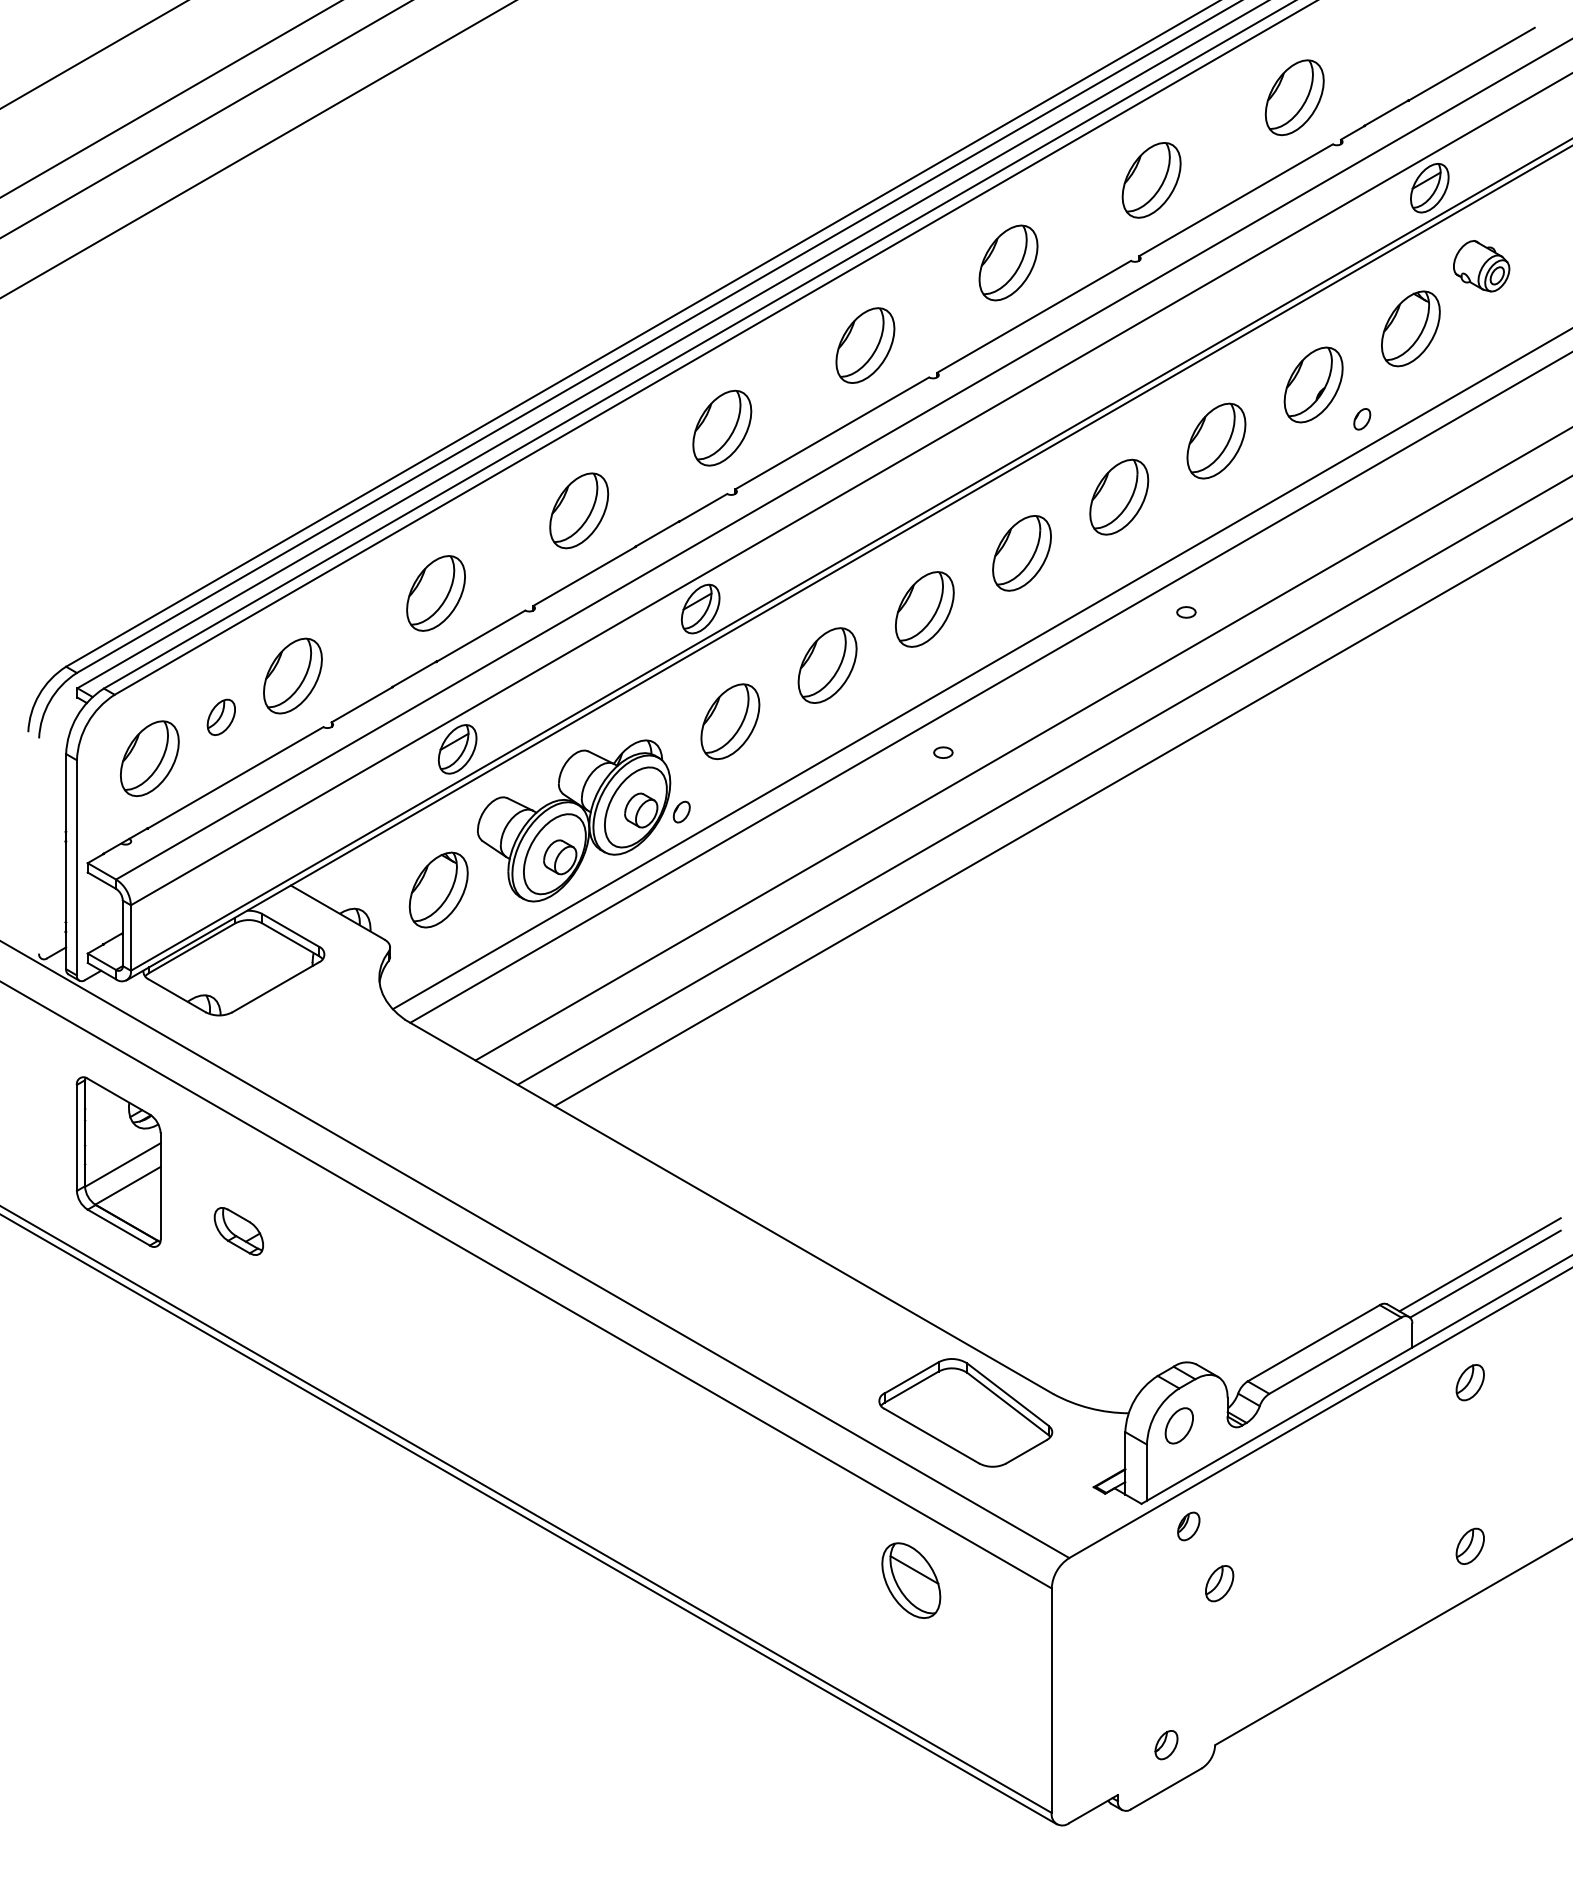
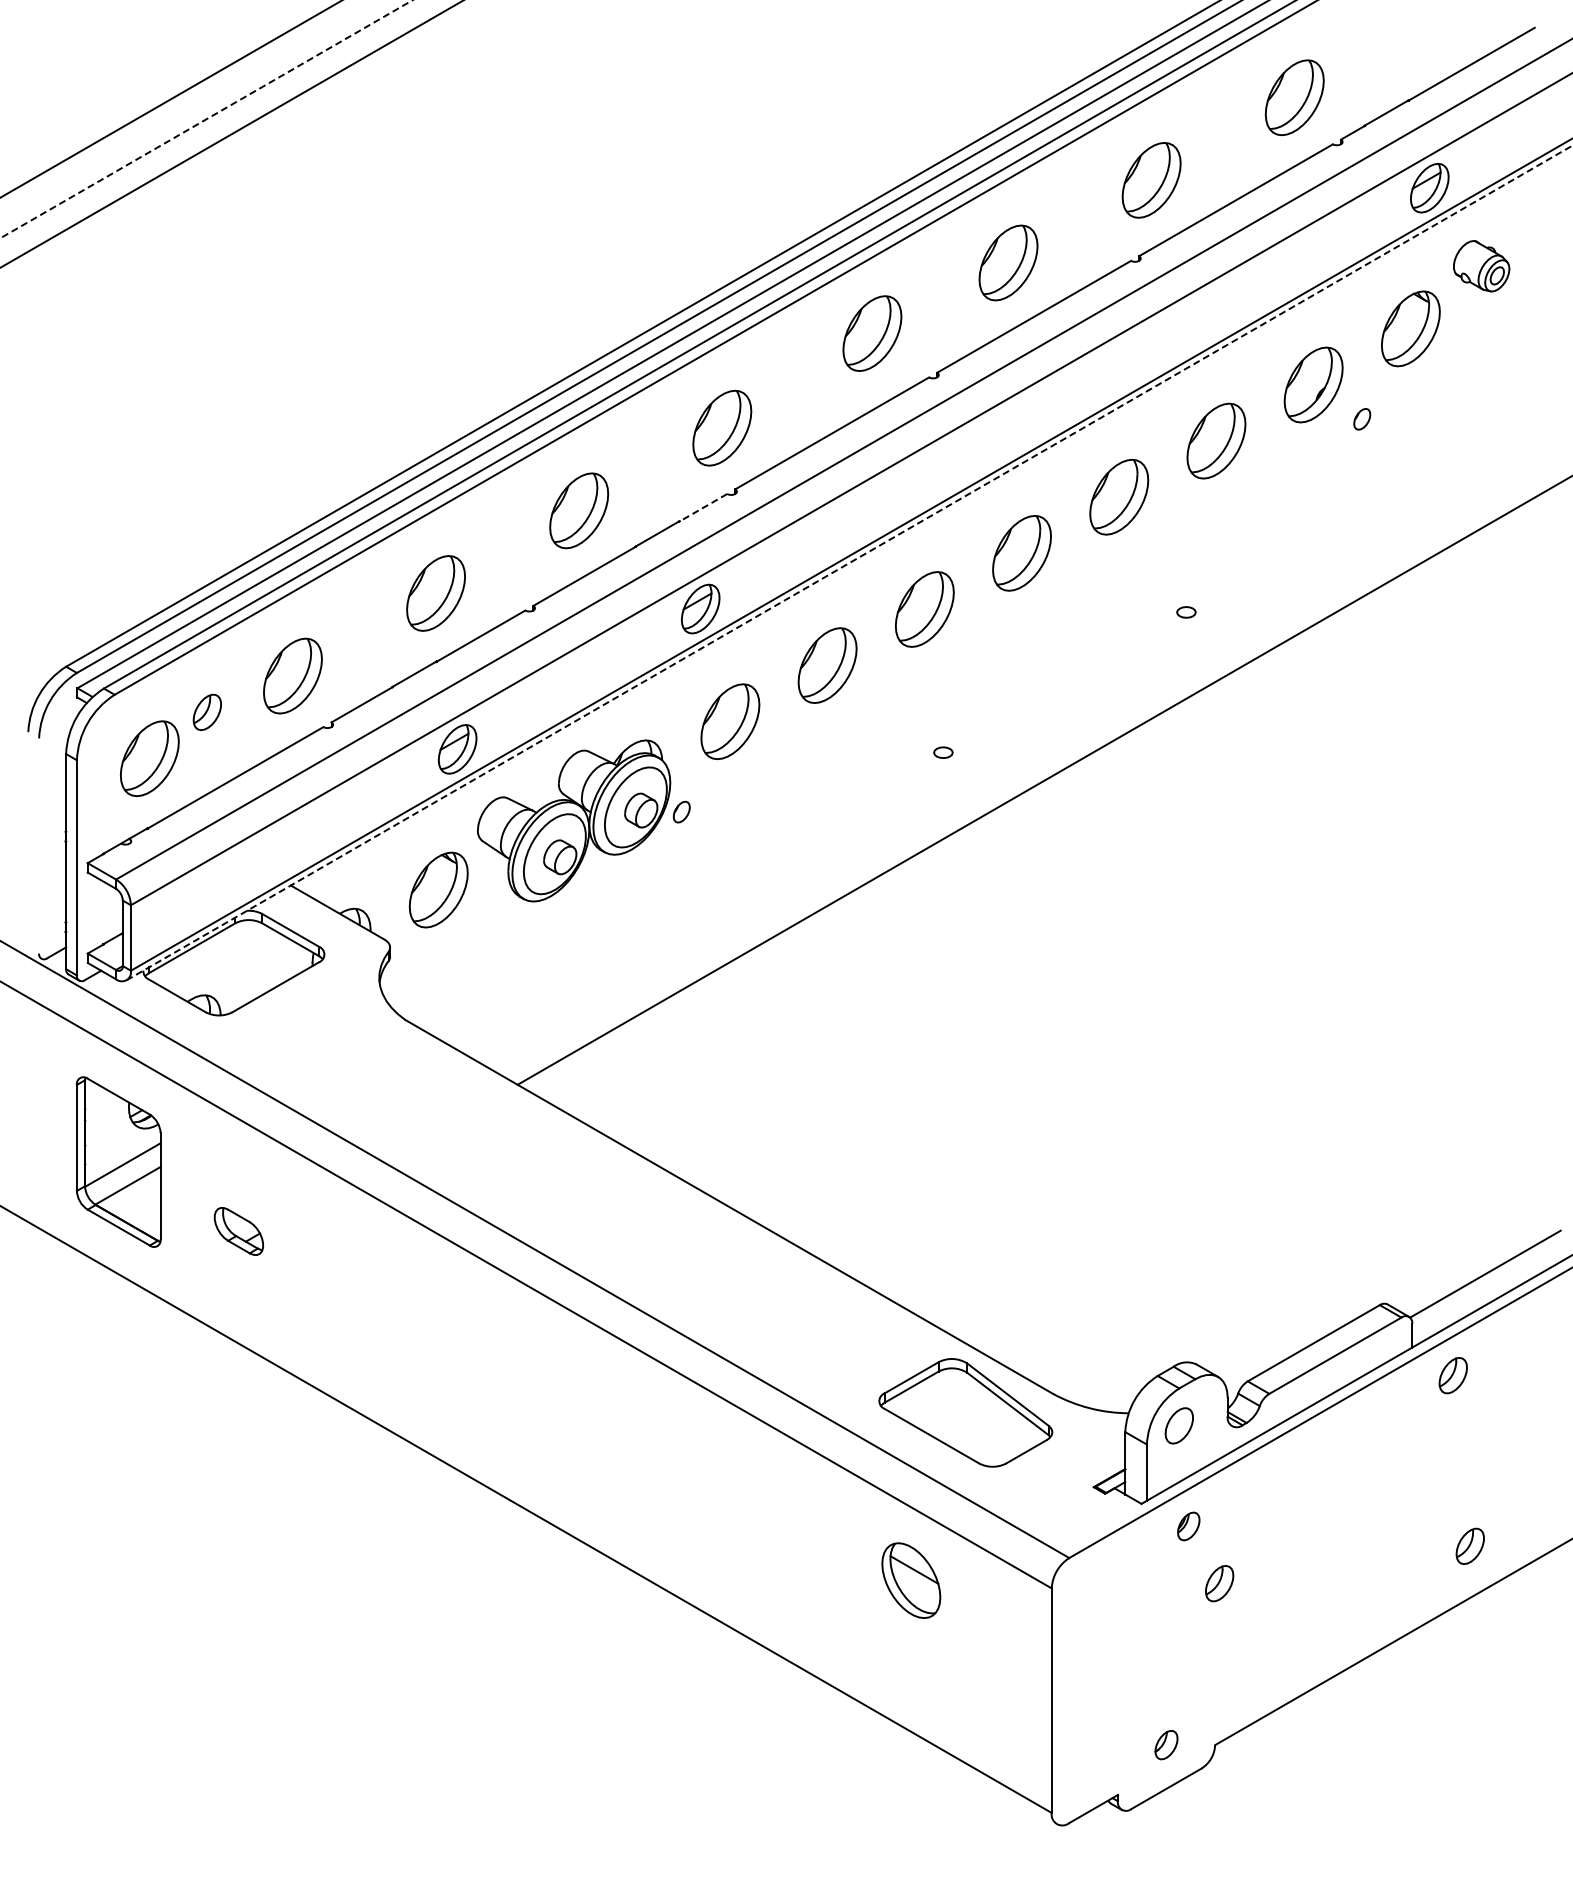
line at (93, 54): present -> none
line at (207, 118): solid -> dashed
line at (257, 149) position: (257, 149) -> (231, 134)
part at (865, 345) position: (865, 345) -> (872, 333)
line at (702, 508): solid -> dashed
line at (849, 562): solid -> dashed
line at (980, 669): present -> none
line at (989, 687): present -> none
part at (220, 716) position: (220, 716) -> (206, 711)
line at (1022, 744): present -> none
line at (1061, 813): present -> none
line at (1479, 1264): present -> none
part at (1469, 1382) position: (1469, 1382) -> (1452, 1375)
line at (529, 1519): present -> none
